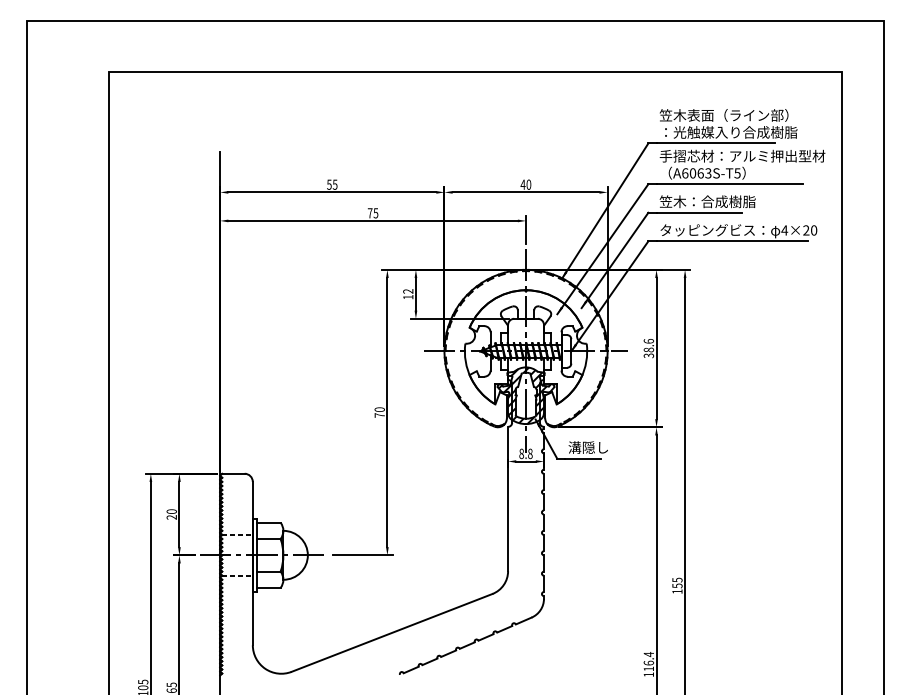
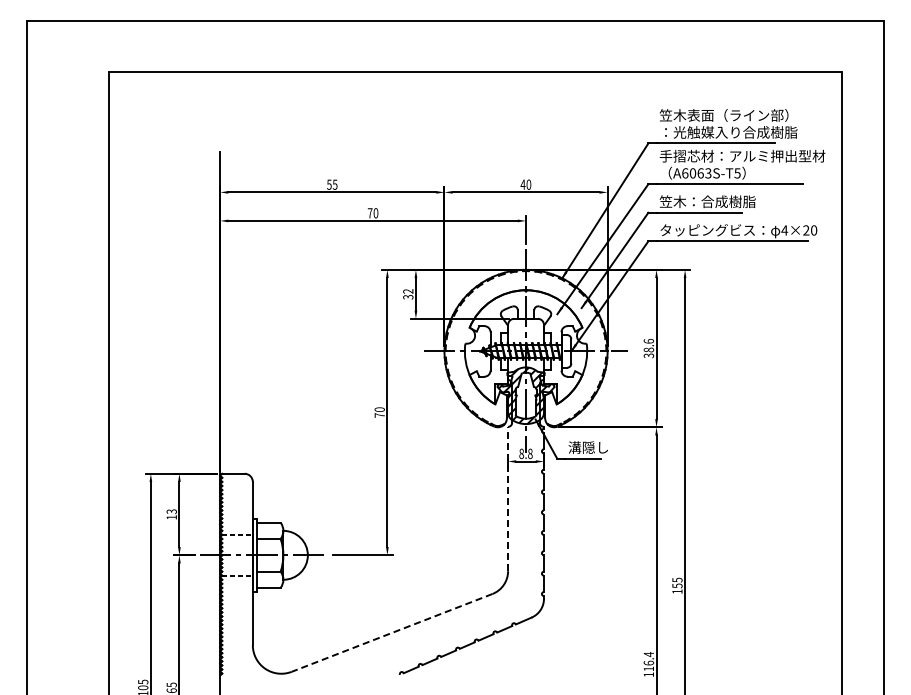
text at (375, 213): 75 -> 70
text at (408, 297): 12 -> 32
line at (508, 498): solid -> dashed
text at (171, 514): 20 -> 13
line at (392, 632): solid -> dashed
